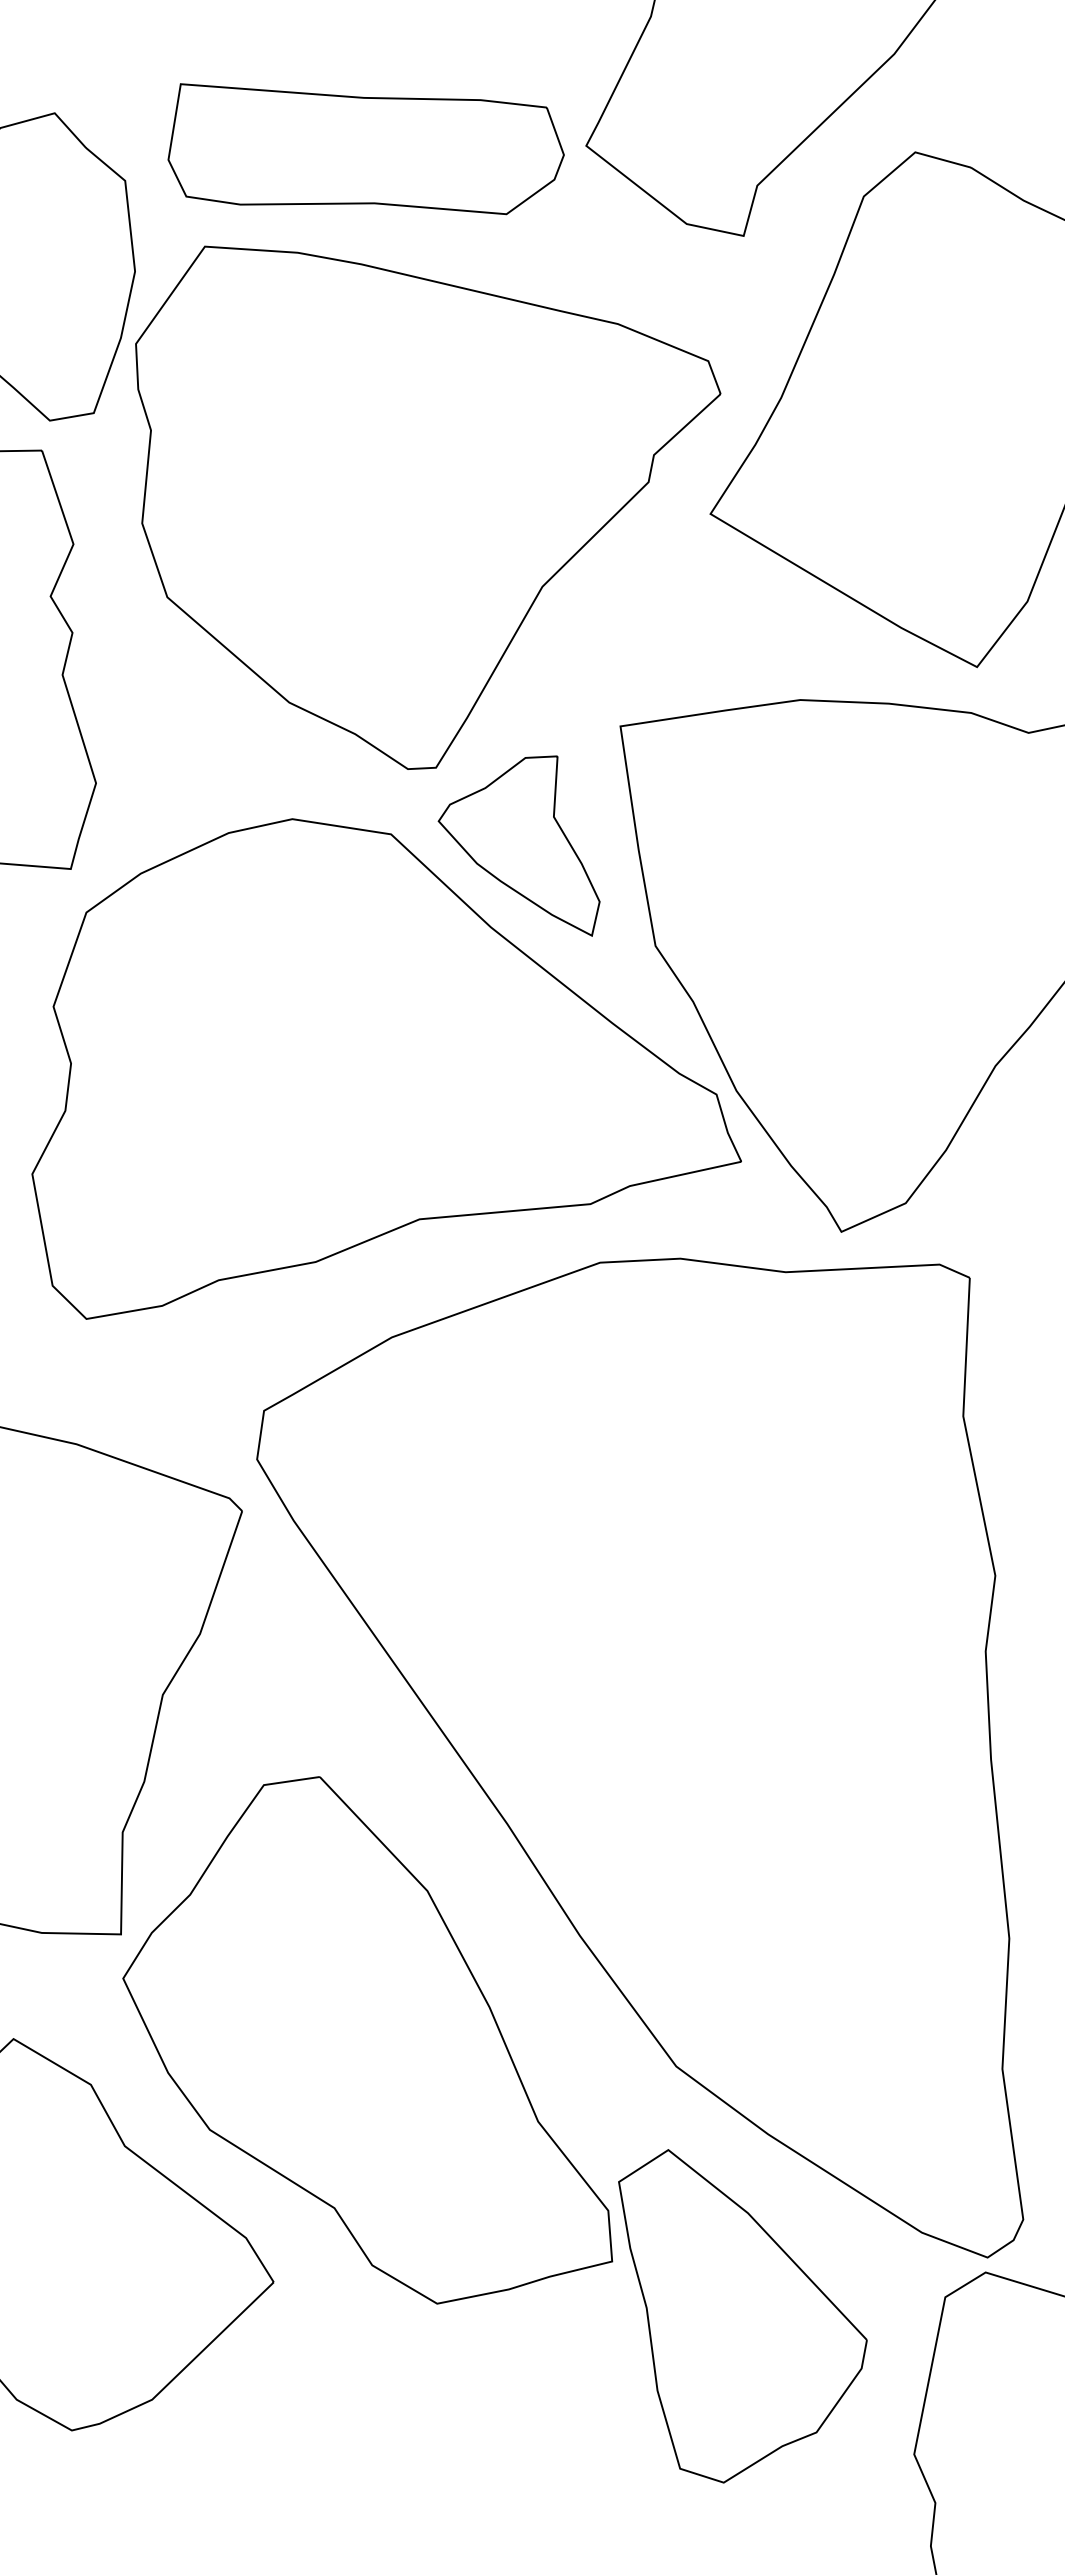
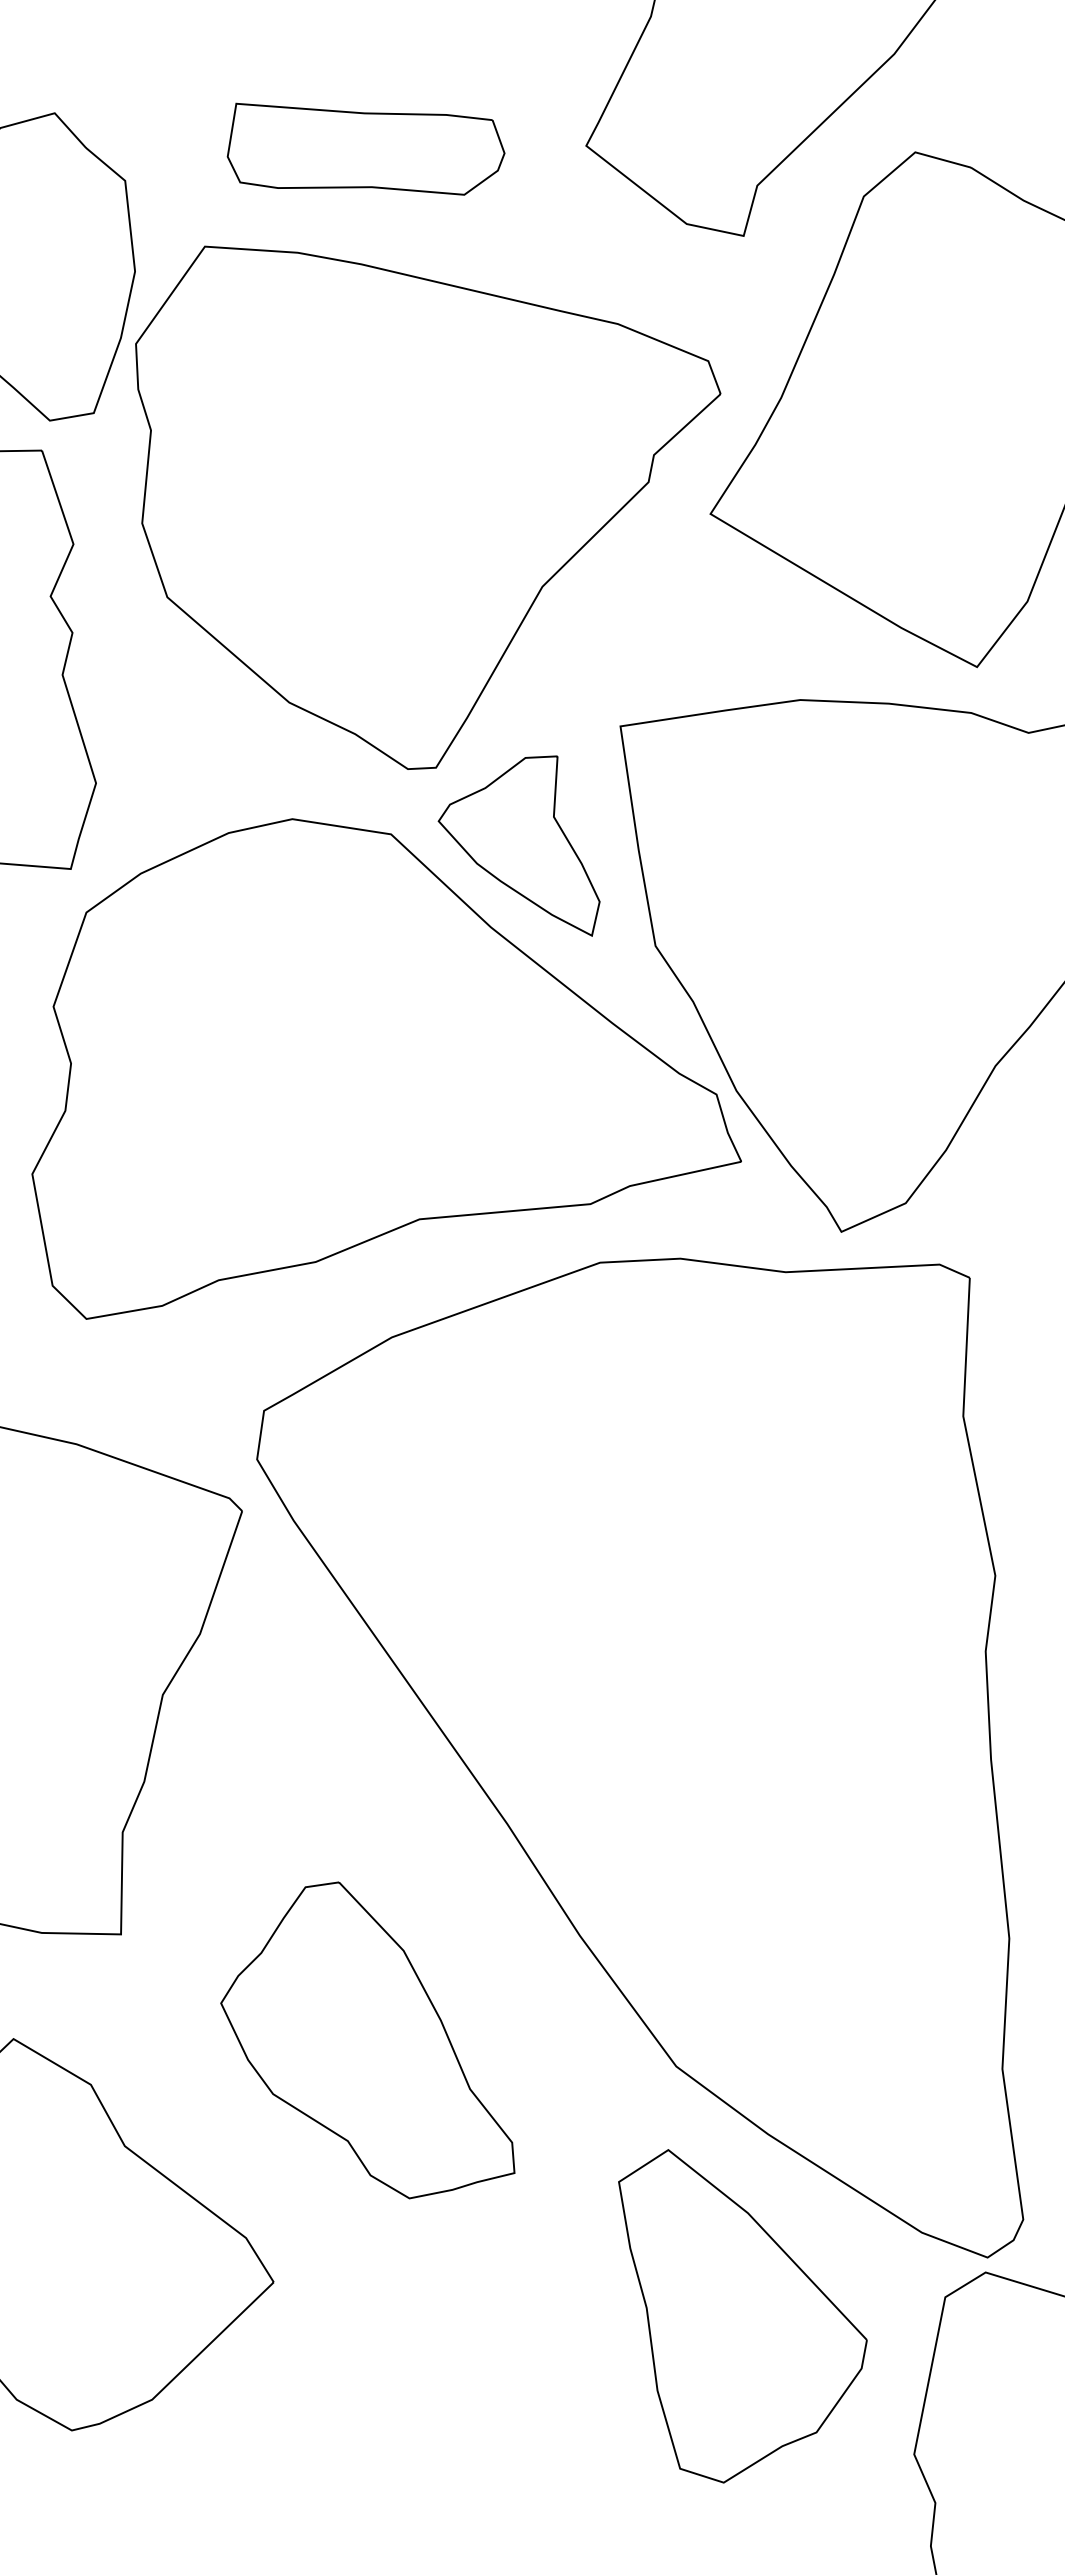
part at (365, 149) size: 398x133 px -> 280x94 px
part at (367, 2040) size: 492x529 px -> 296x319 px
